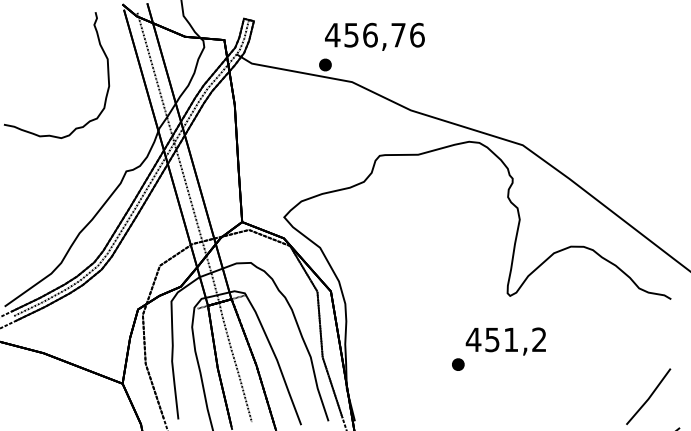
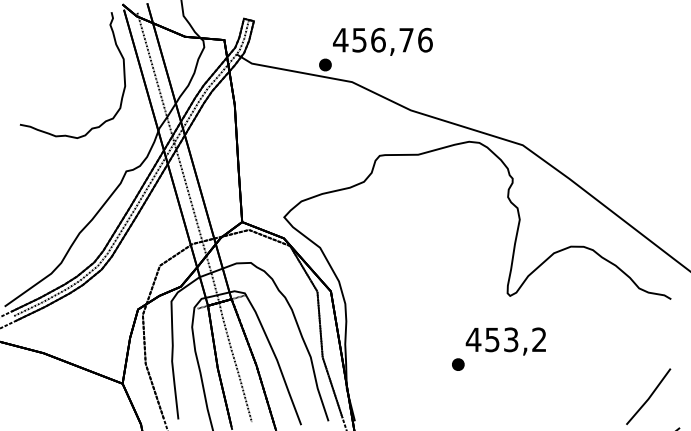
text at (374, 36) position: (374, 36) -> (382, 41)
part at (107, 75) position: (107, 75) -> (123, 75)
text at (511, 339): 451,2 -> 453,2
